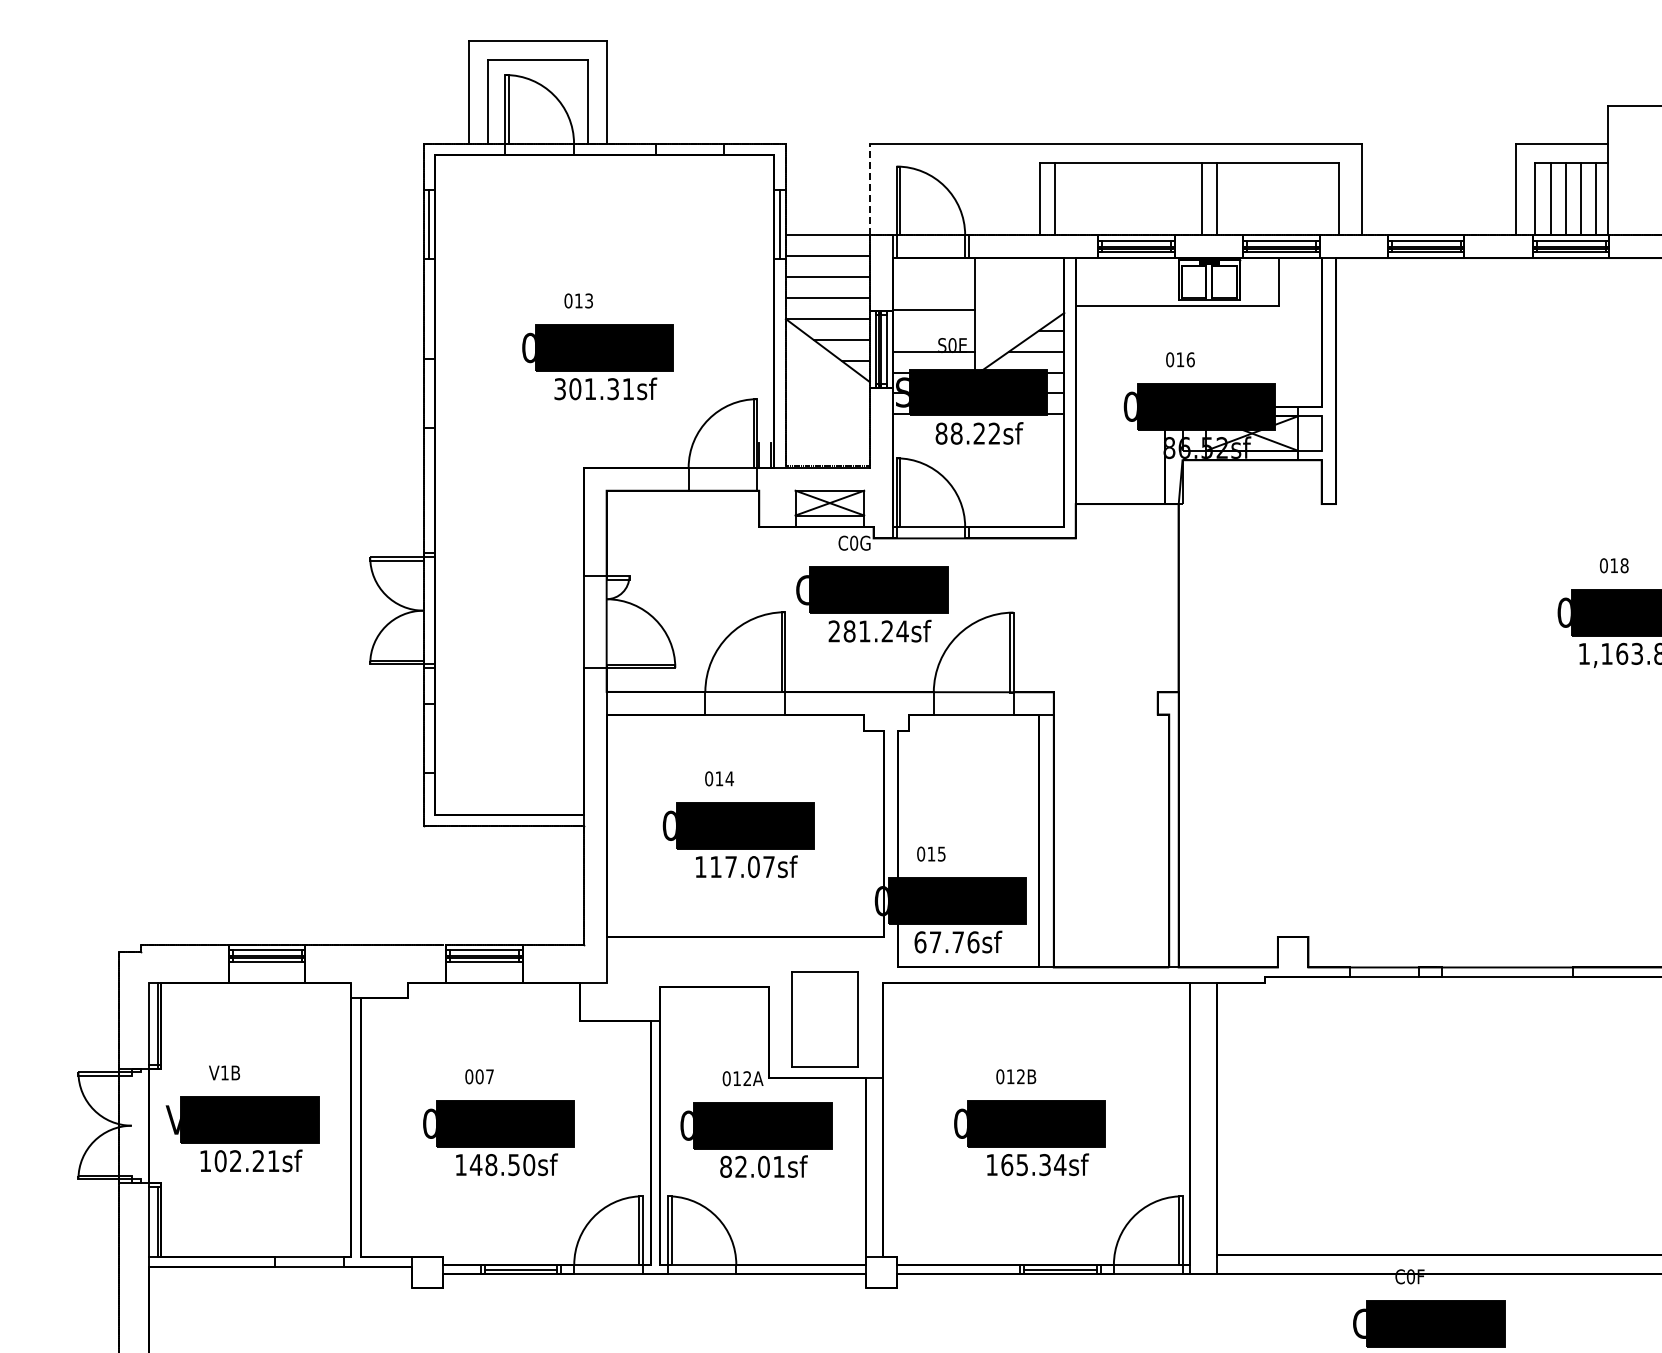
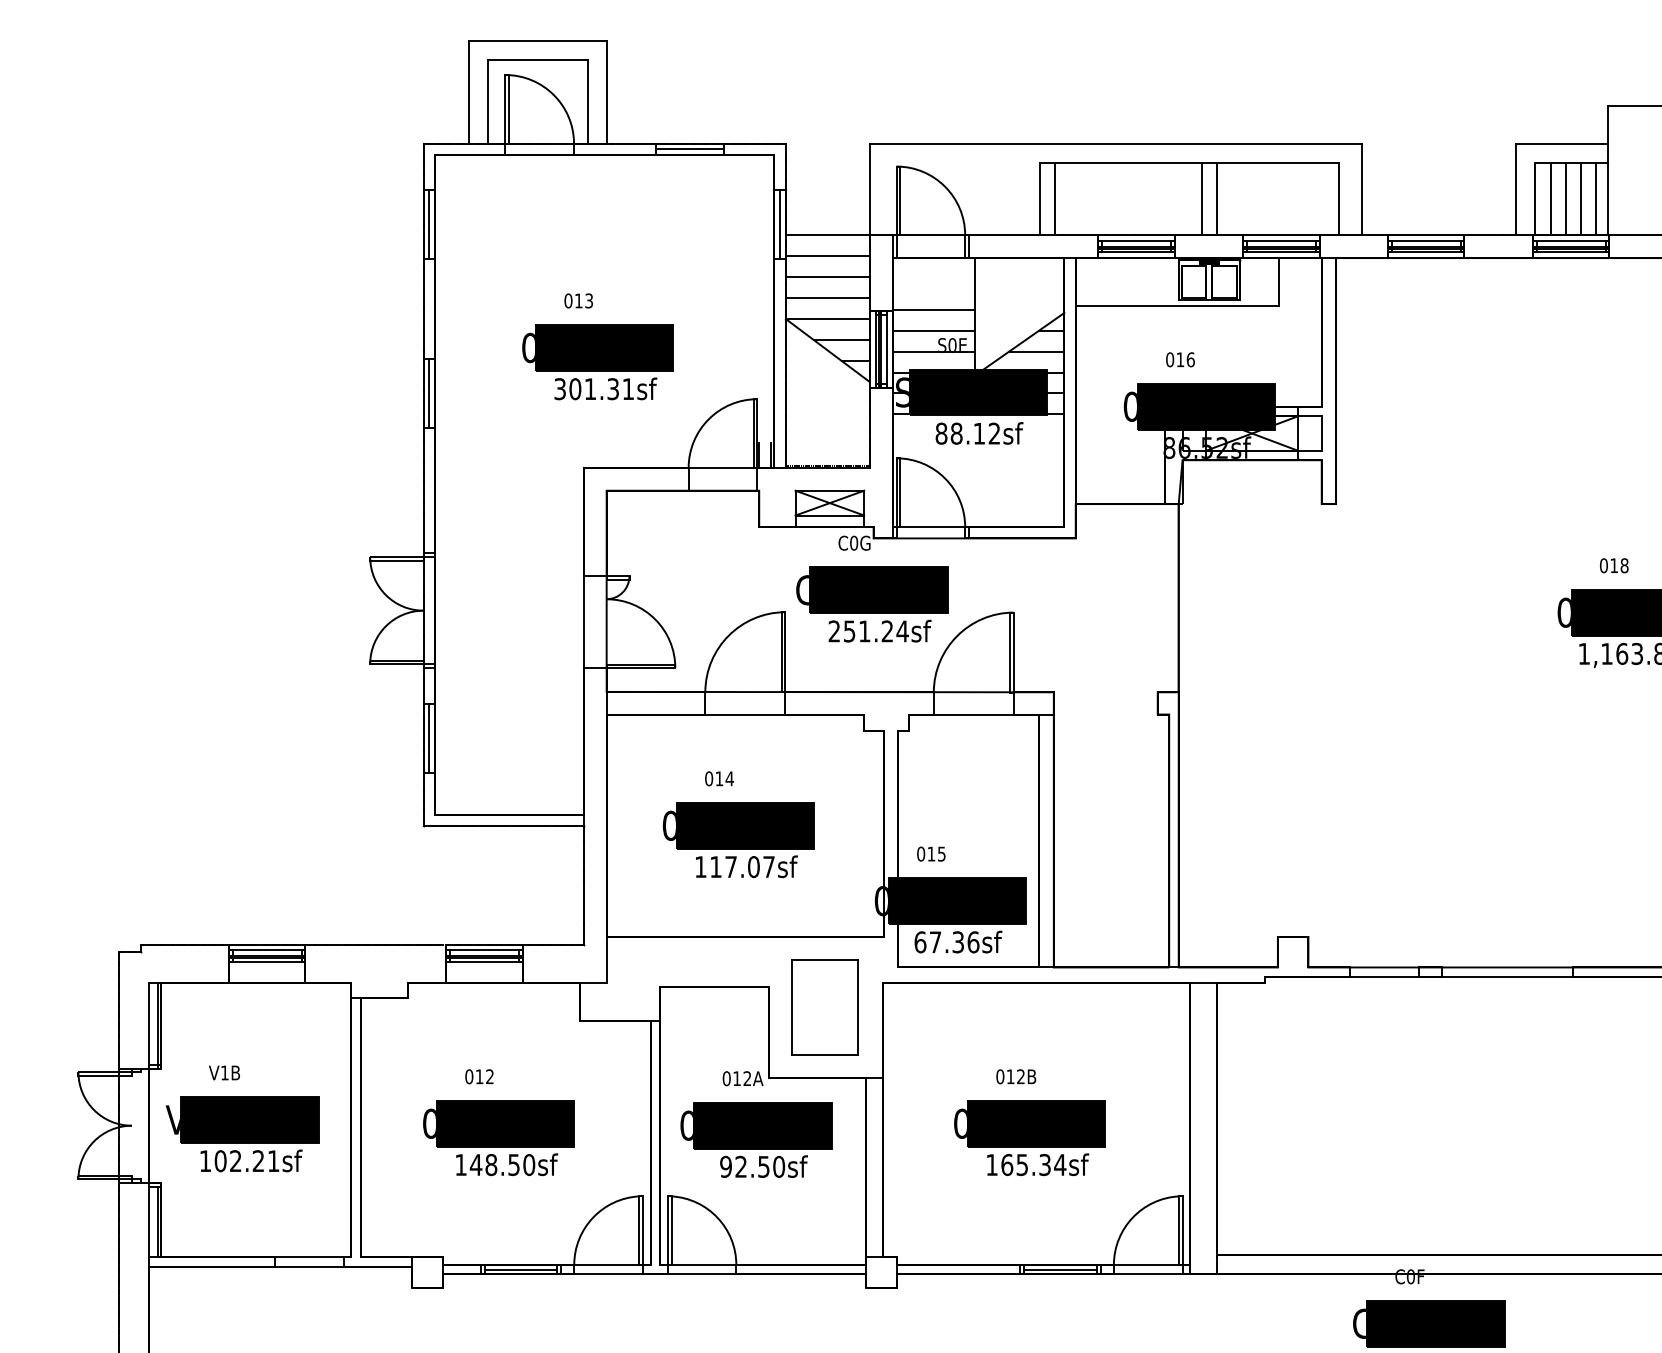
line at (689, 149): none -> present
line at (869, 189): dashed -> solid
line at (933, 330): none -> present
line at (429, 393): none -> present
text at (978, 433): 88.22sf -> 88.12sf
text at (849, 631): 281.24sf -> 251.24sf
line at (429, 738): none -> present
text at (957, 942): 67.76sf -> 67.36sf
part at (824, 1019) position: (824, 1019) -> (824, 1007)
text at (484, 1076): 007 -> 012
text at (752, 1166): 82.01sf -> 92.50sf
